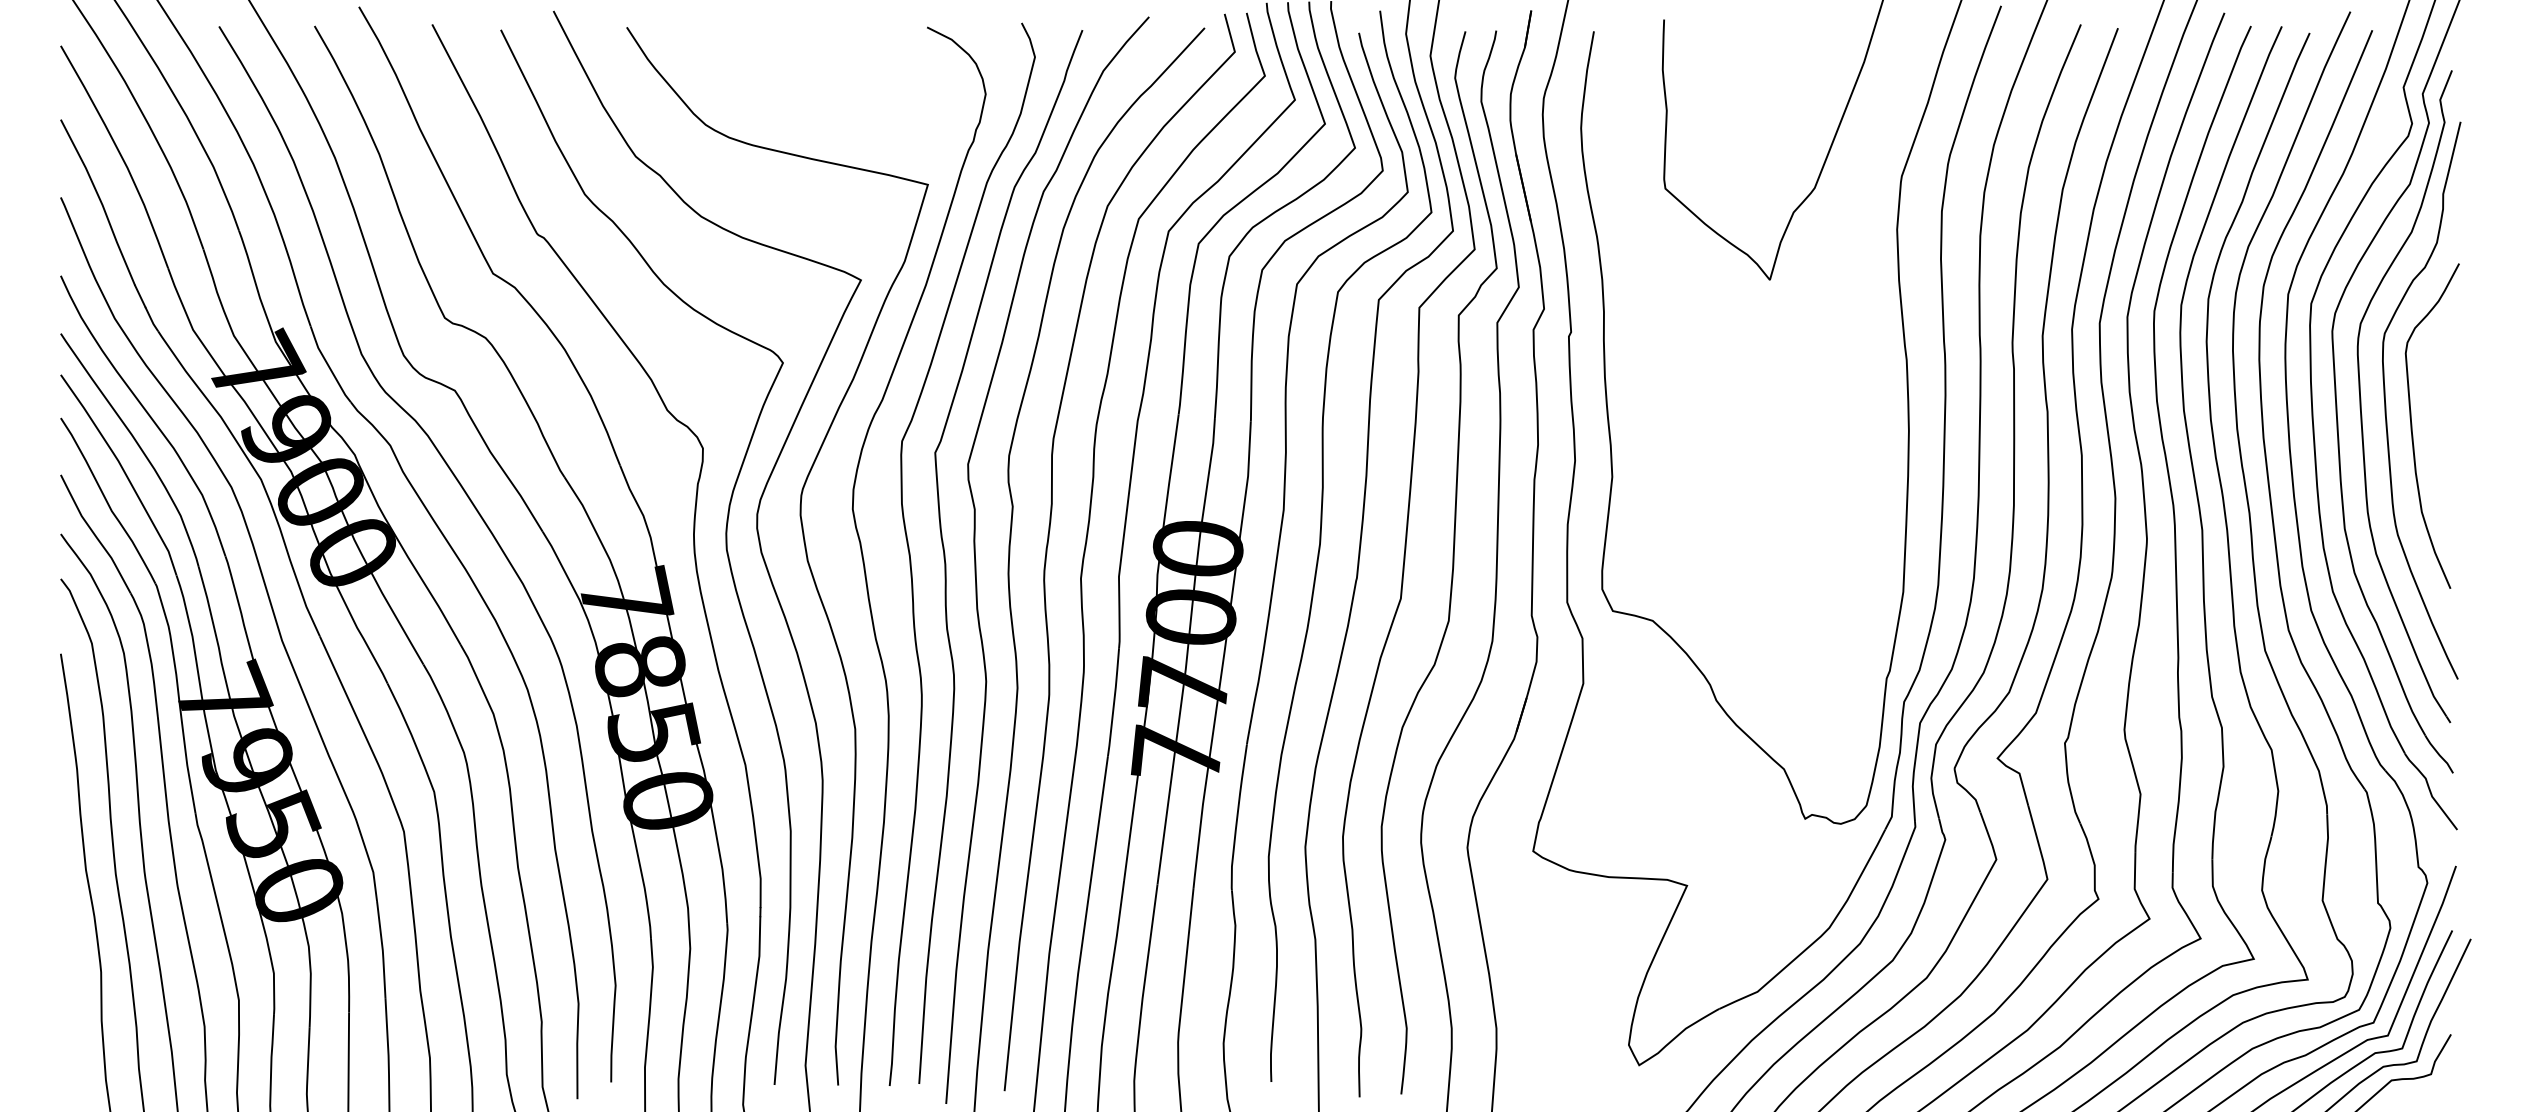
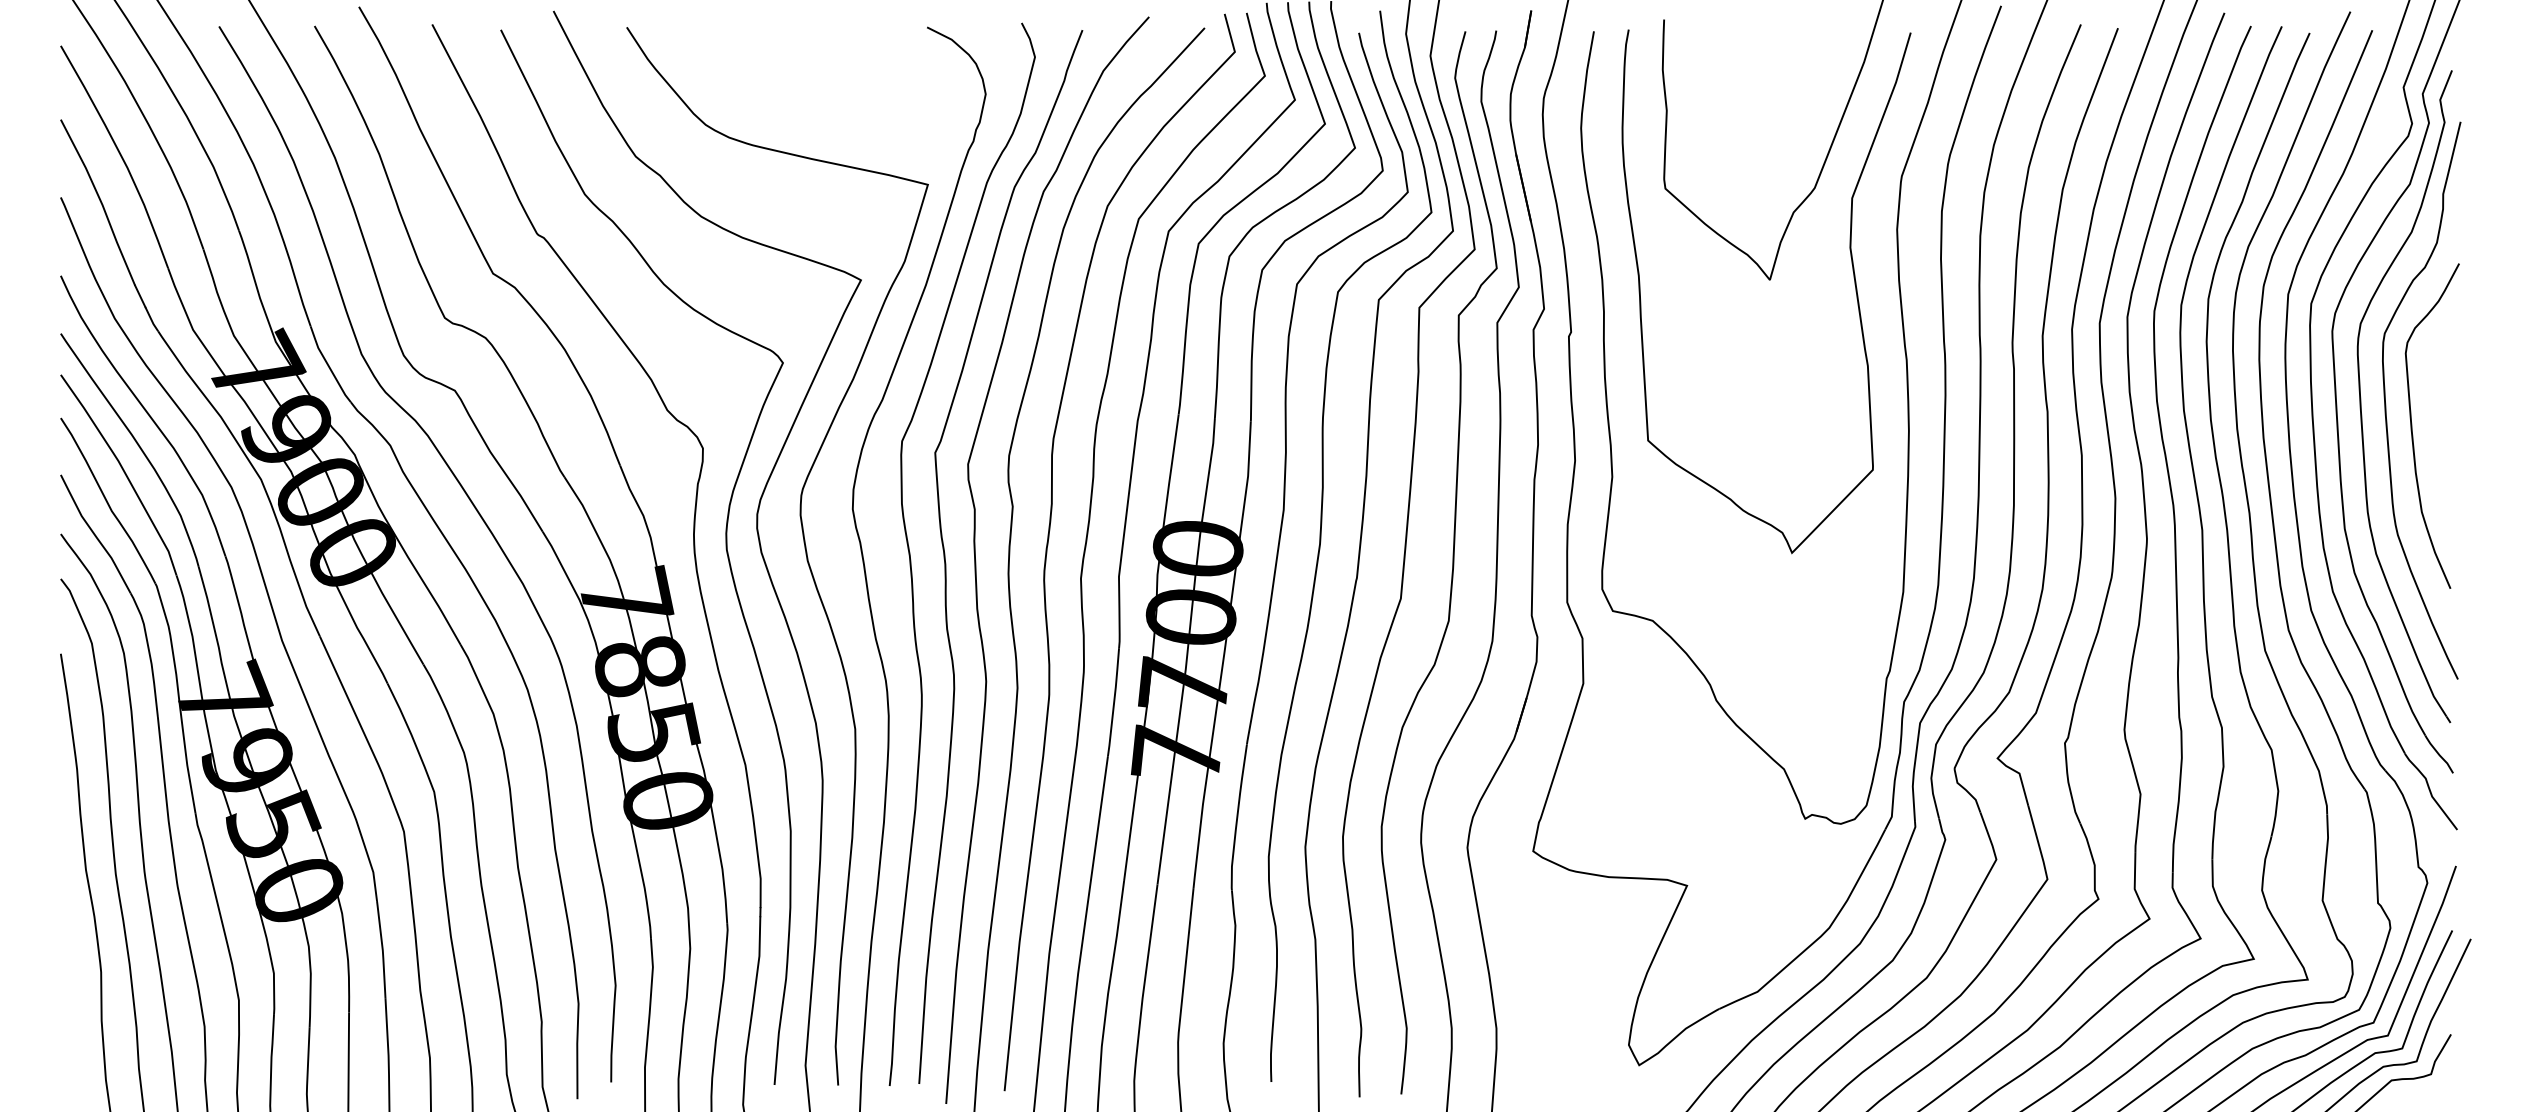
curve at (1853, 278): none -> present
